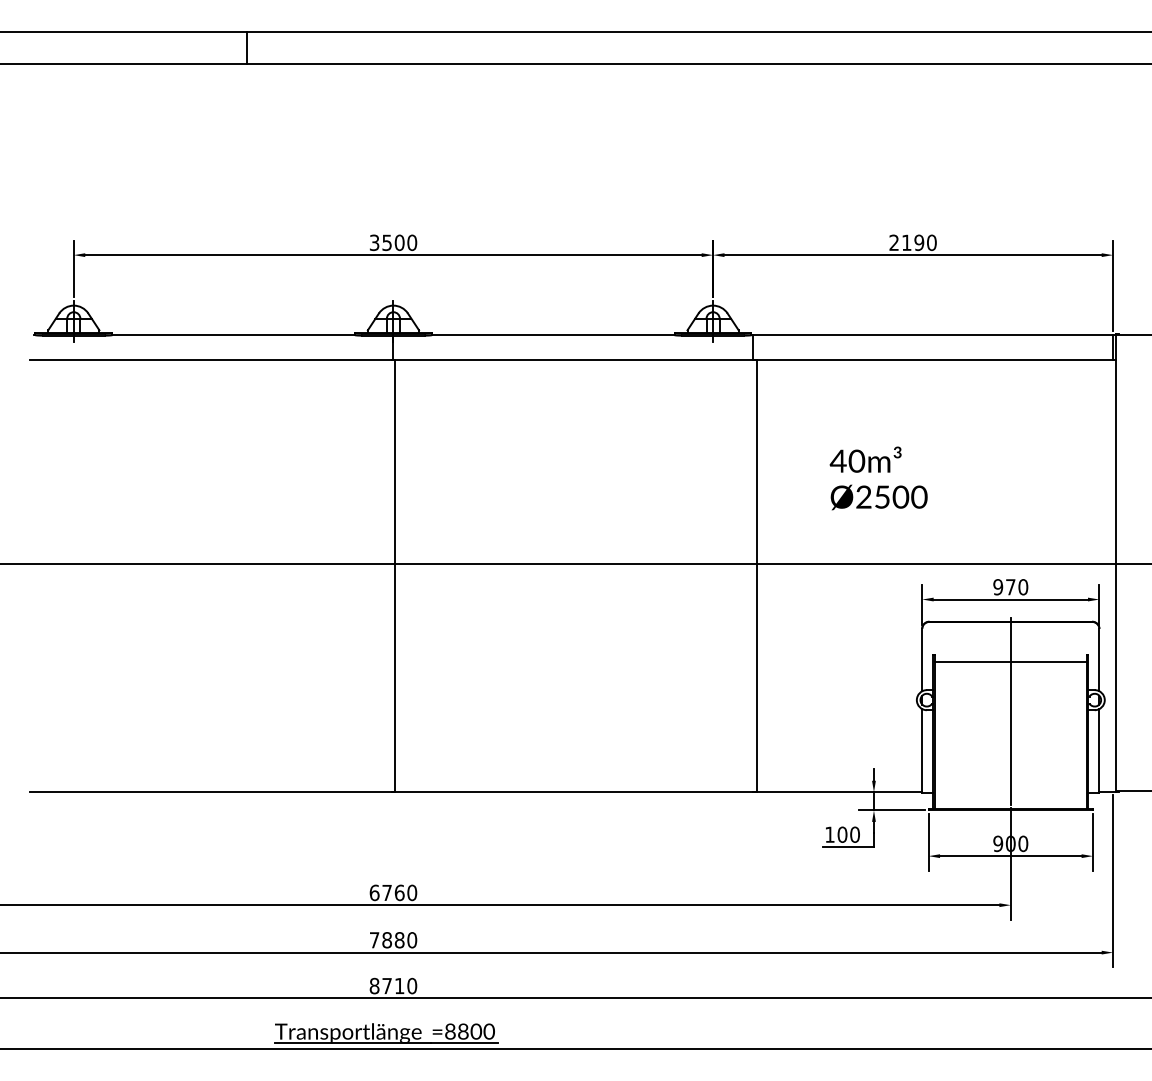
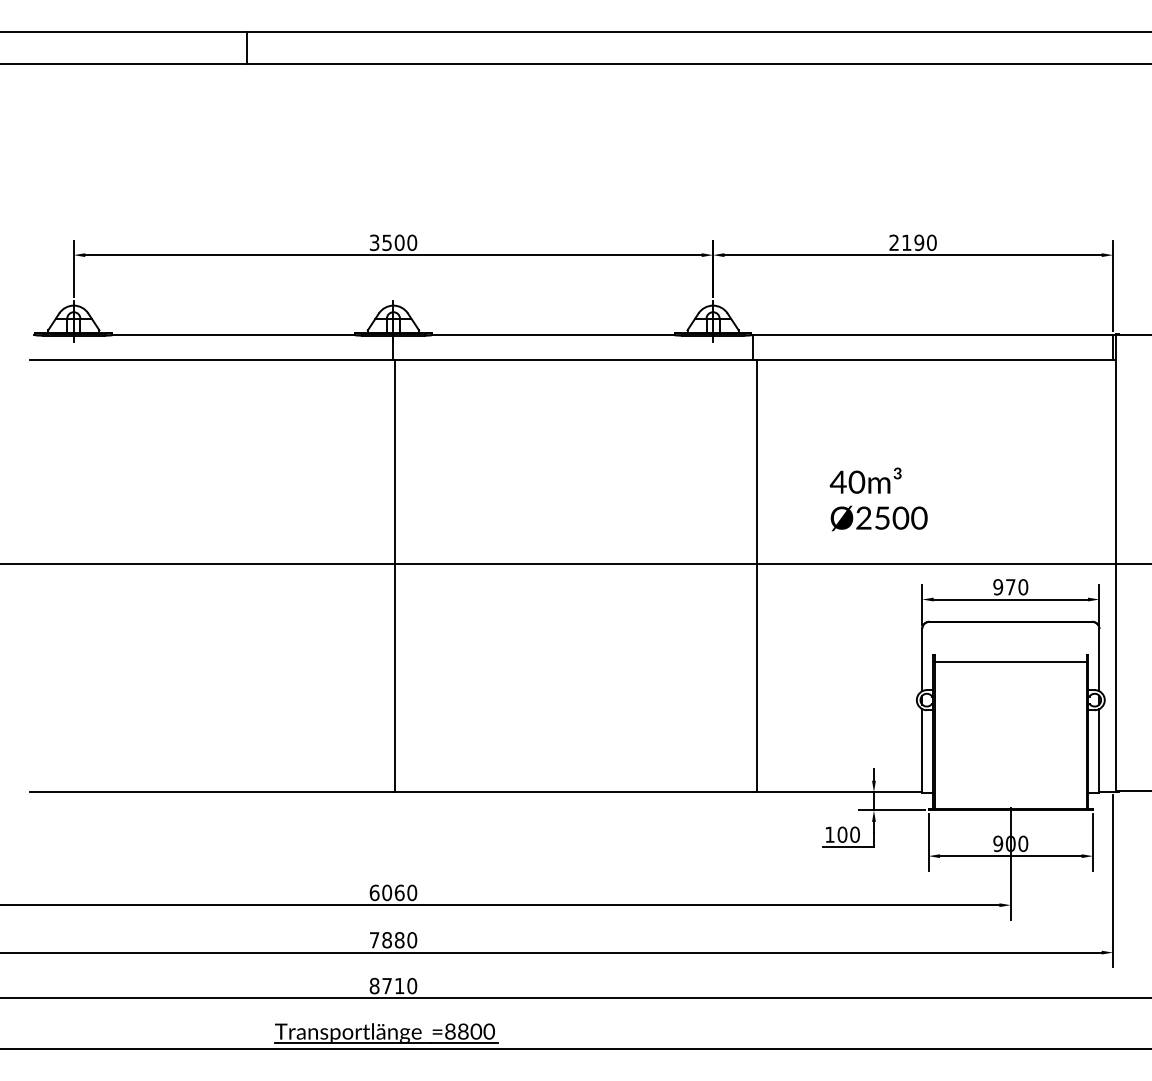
text at (878, 478) position: (878, 478) -> (878, 499)
line at (1010, 710): present -> none
text at (387, 892): 6760 -> 6060
